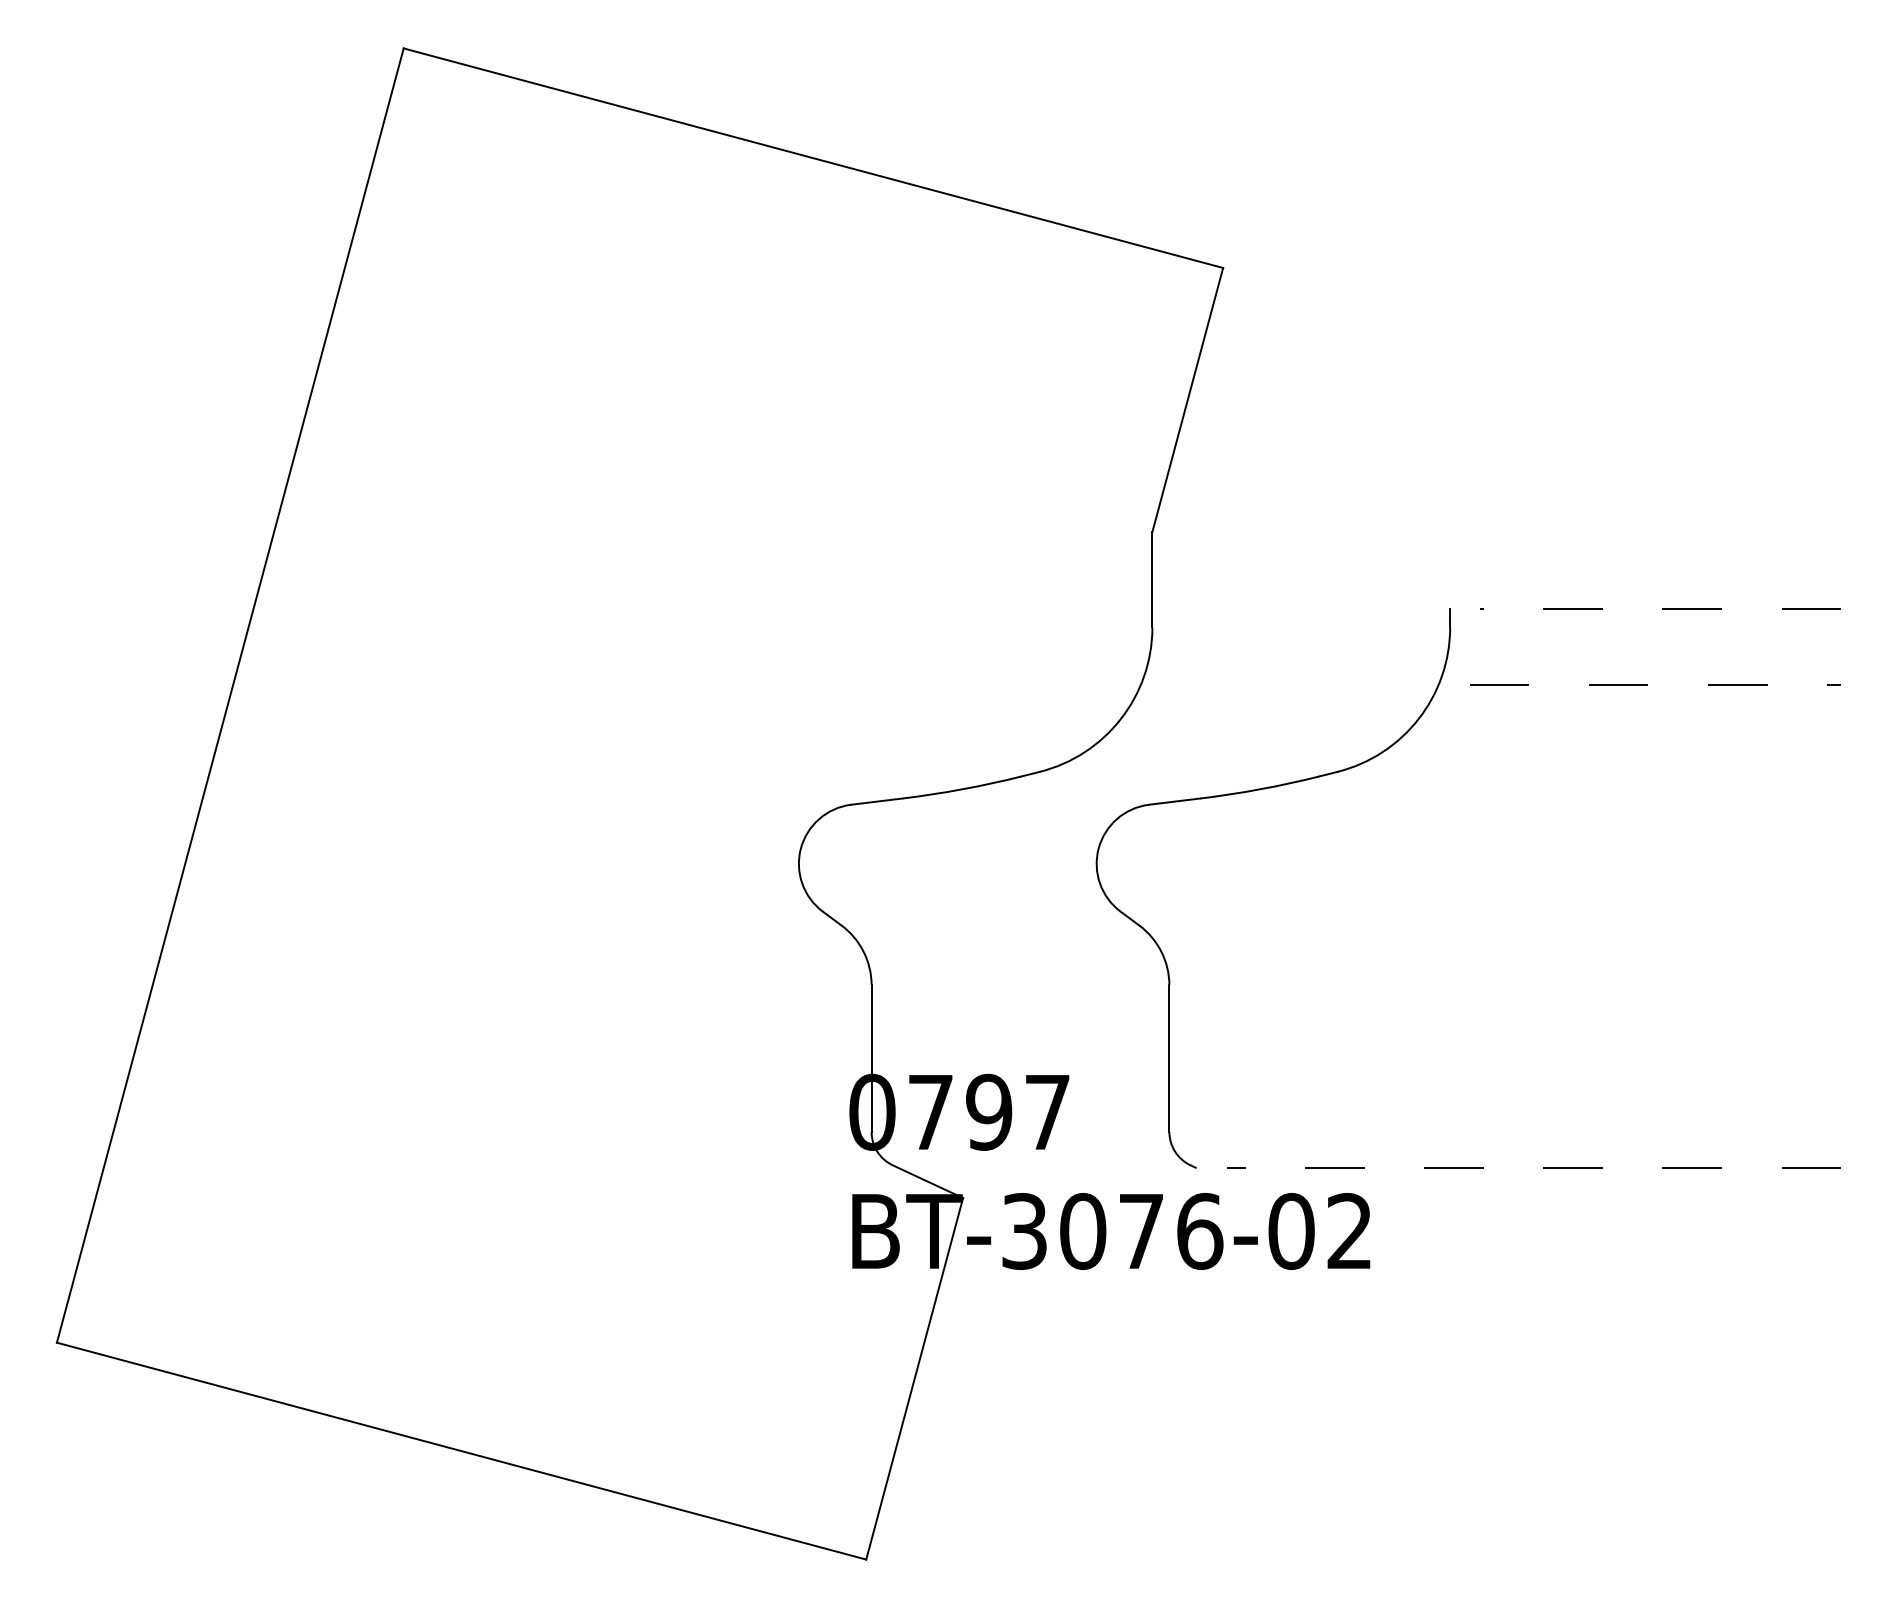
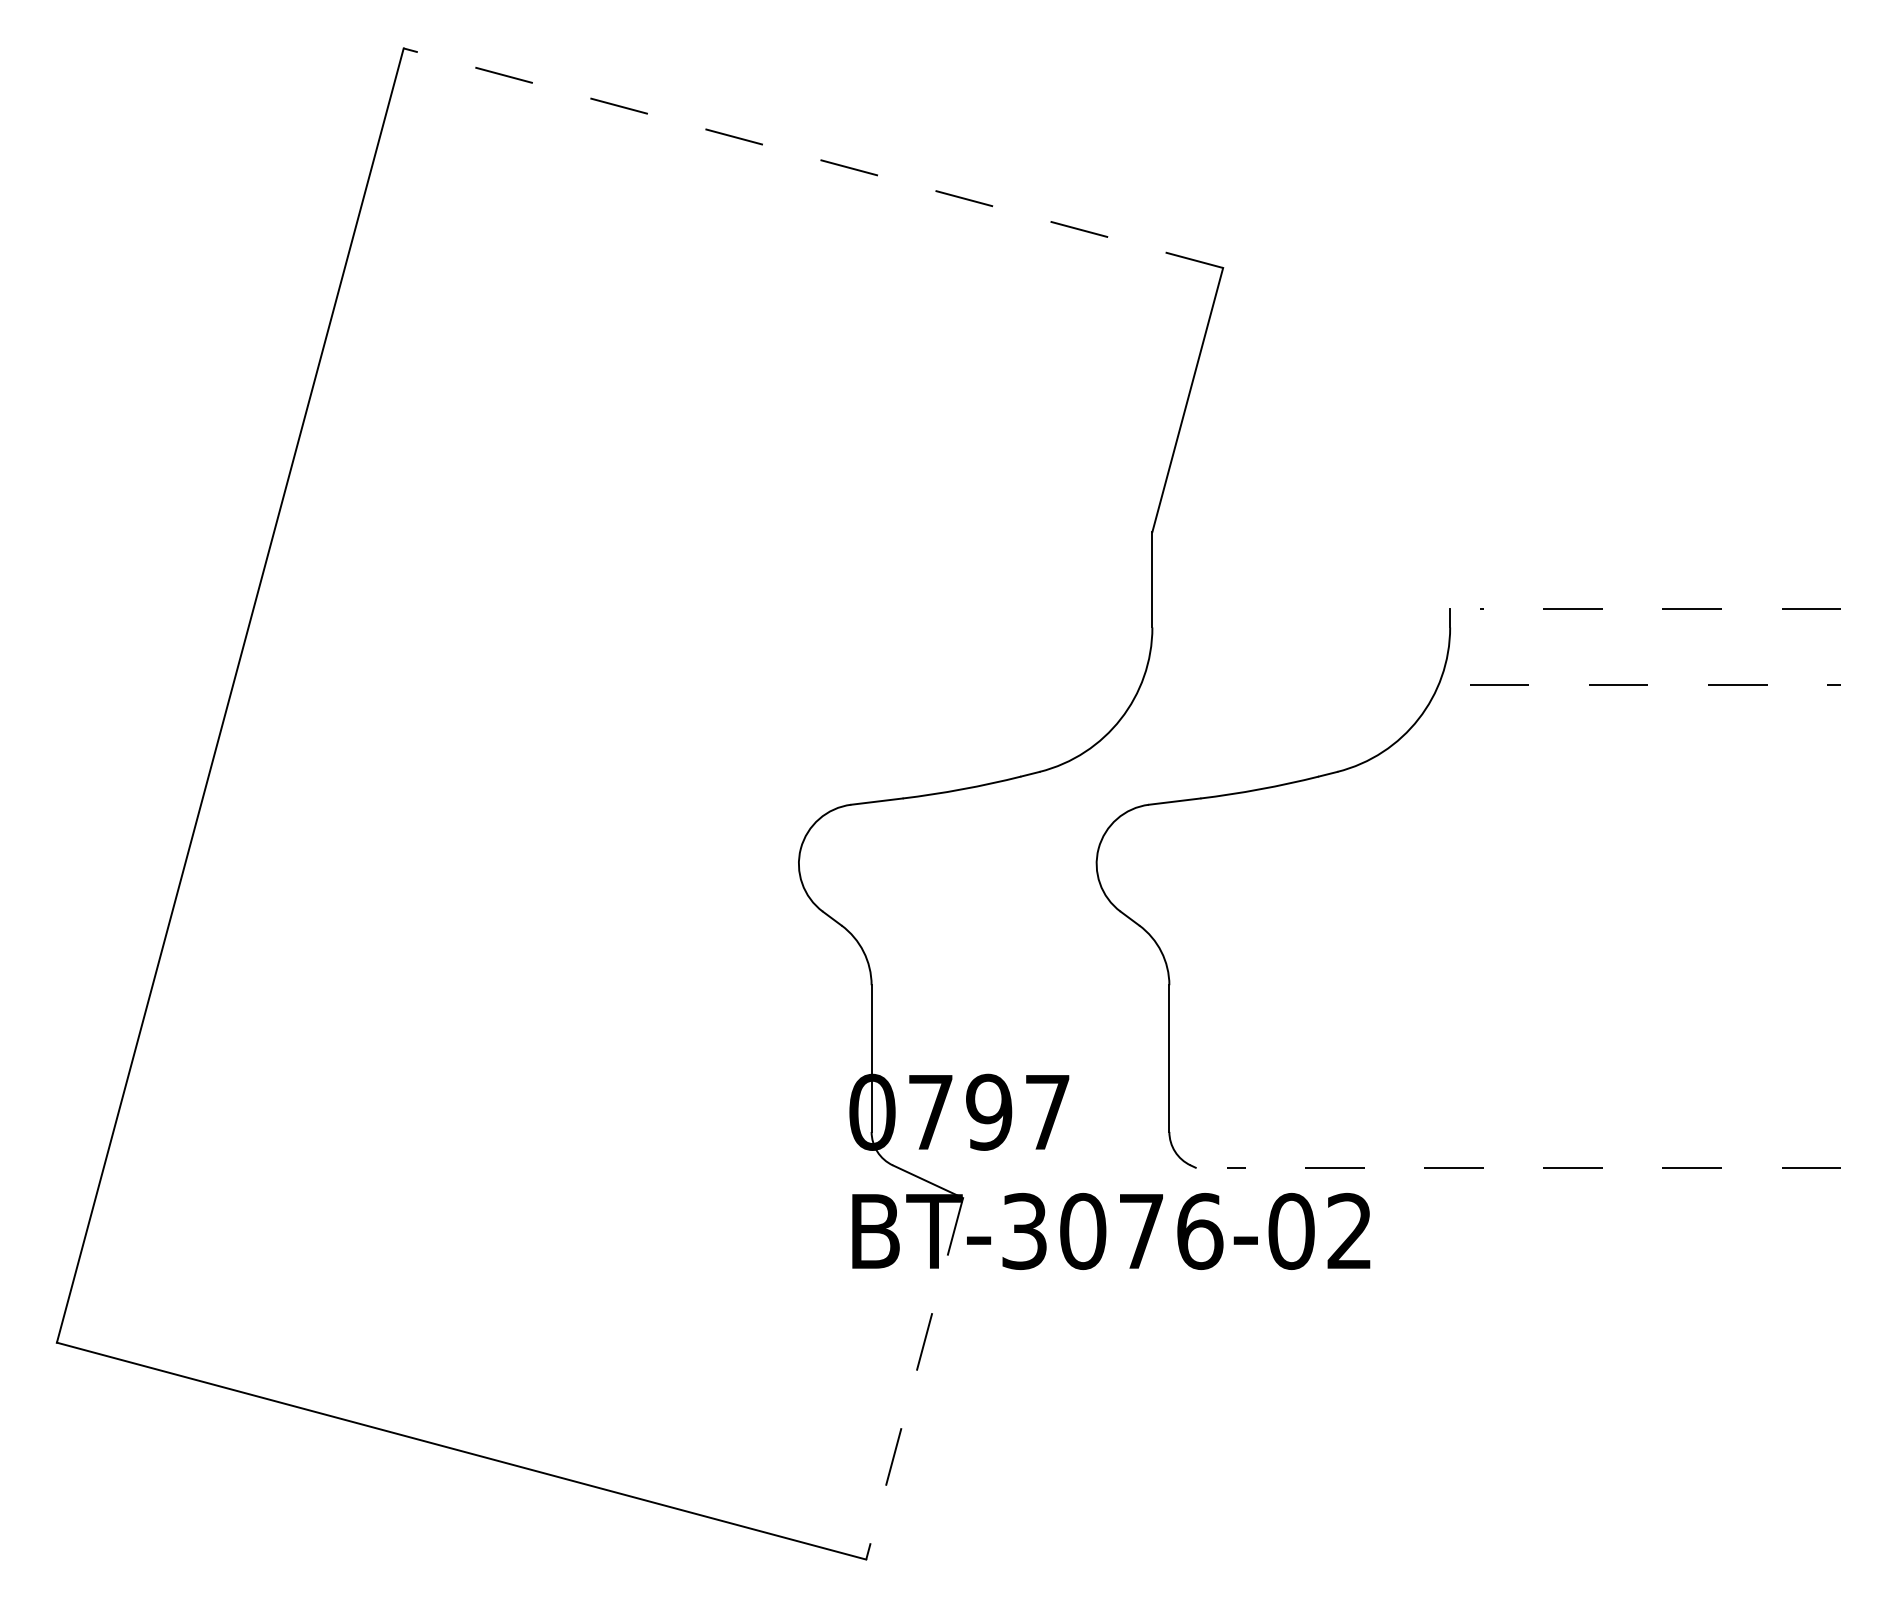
line at (812, 158): solid -> dashed
line at (914, 1379): solid -> dashed
